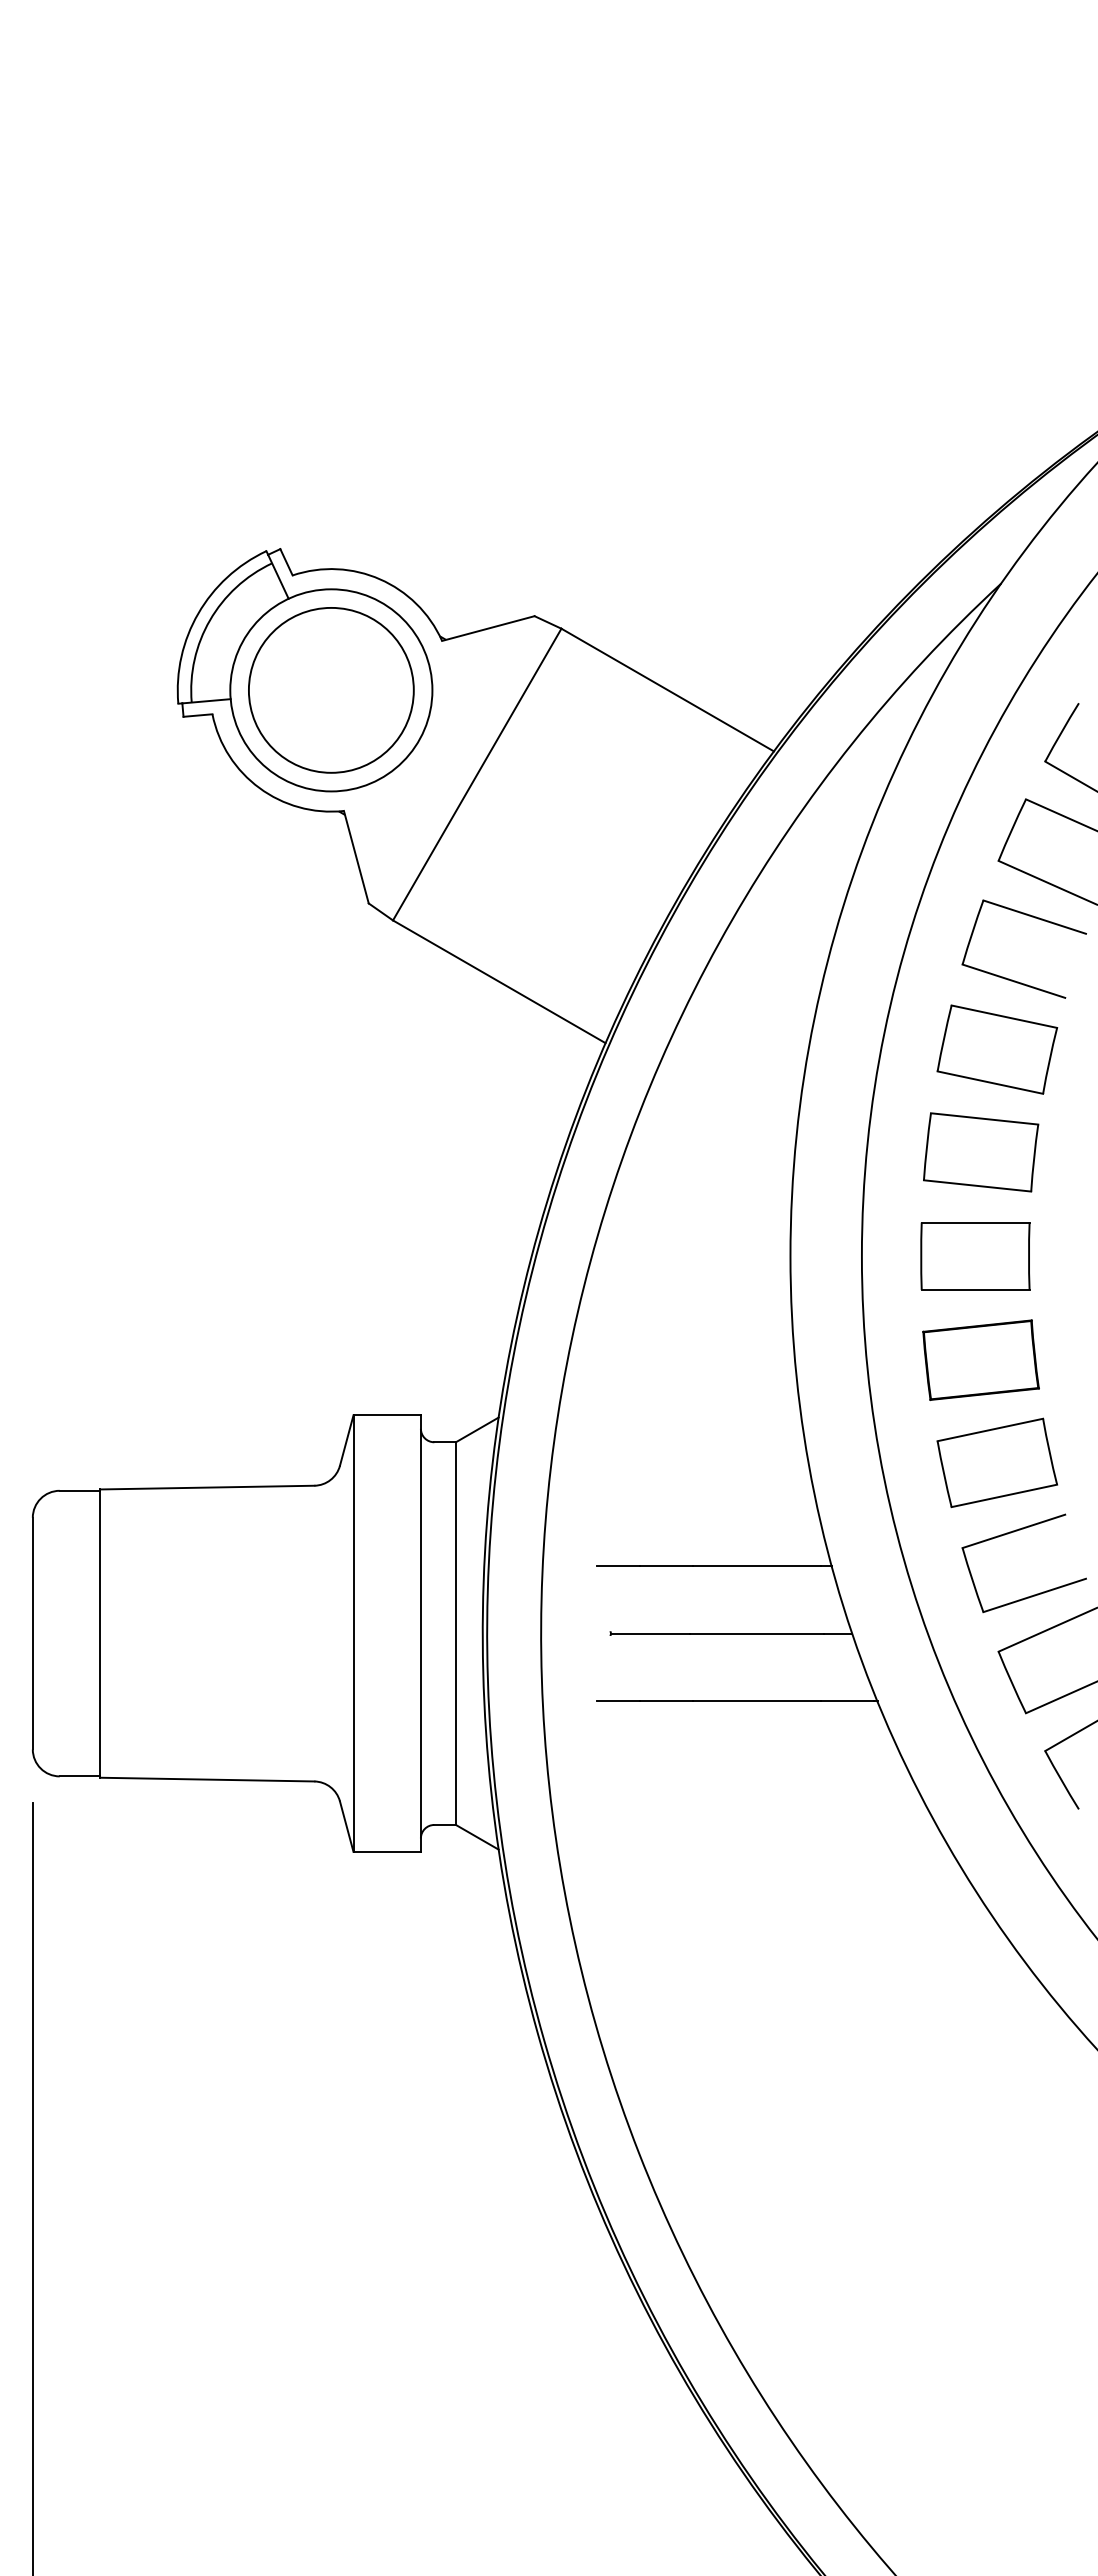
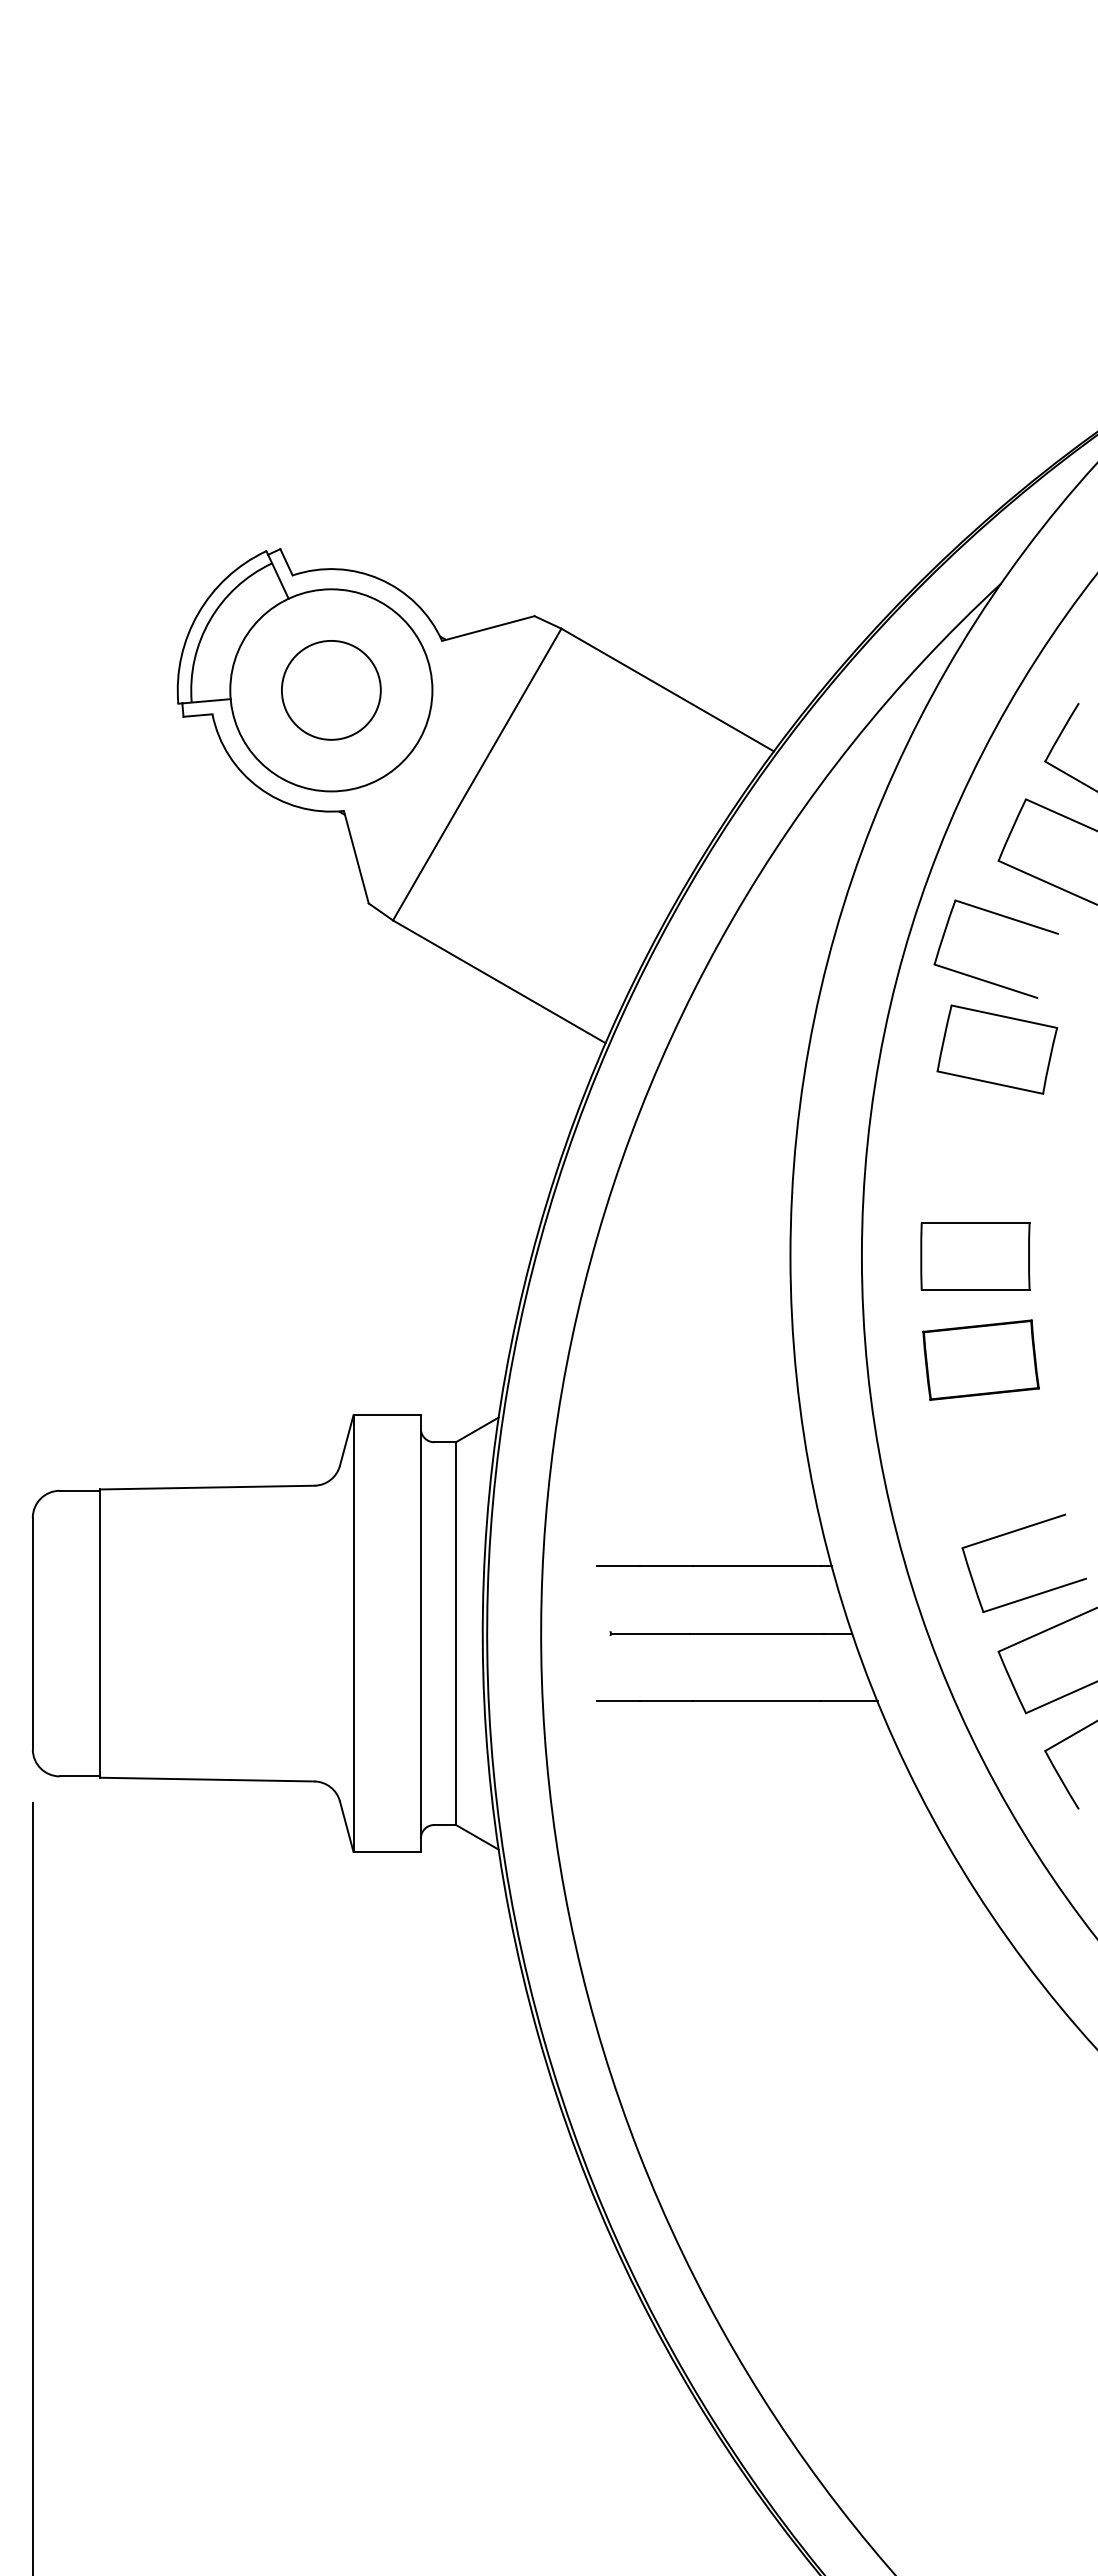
circle at (330, 689) diameter: 165 px -> 99 px
part at (1032, 917) position: (1032, 917) -> (1004, 917)
part at (981, 1152): present -> none
part at (996, 1462): present -> none
